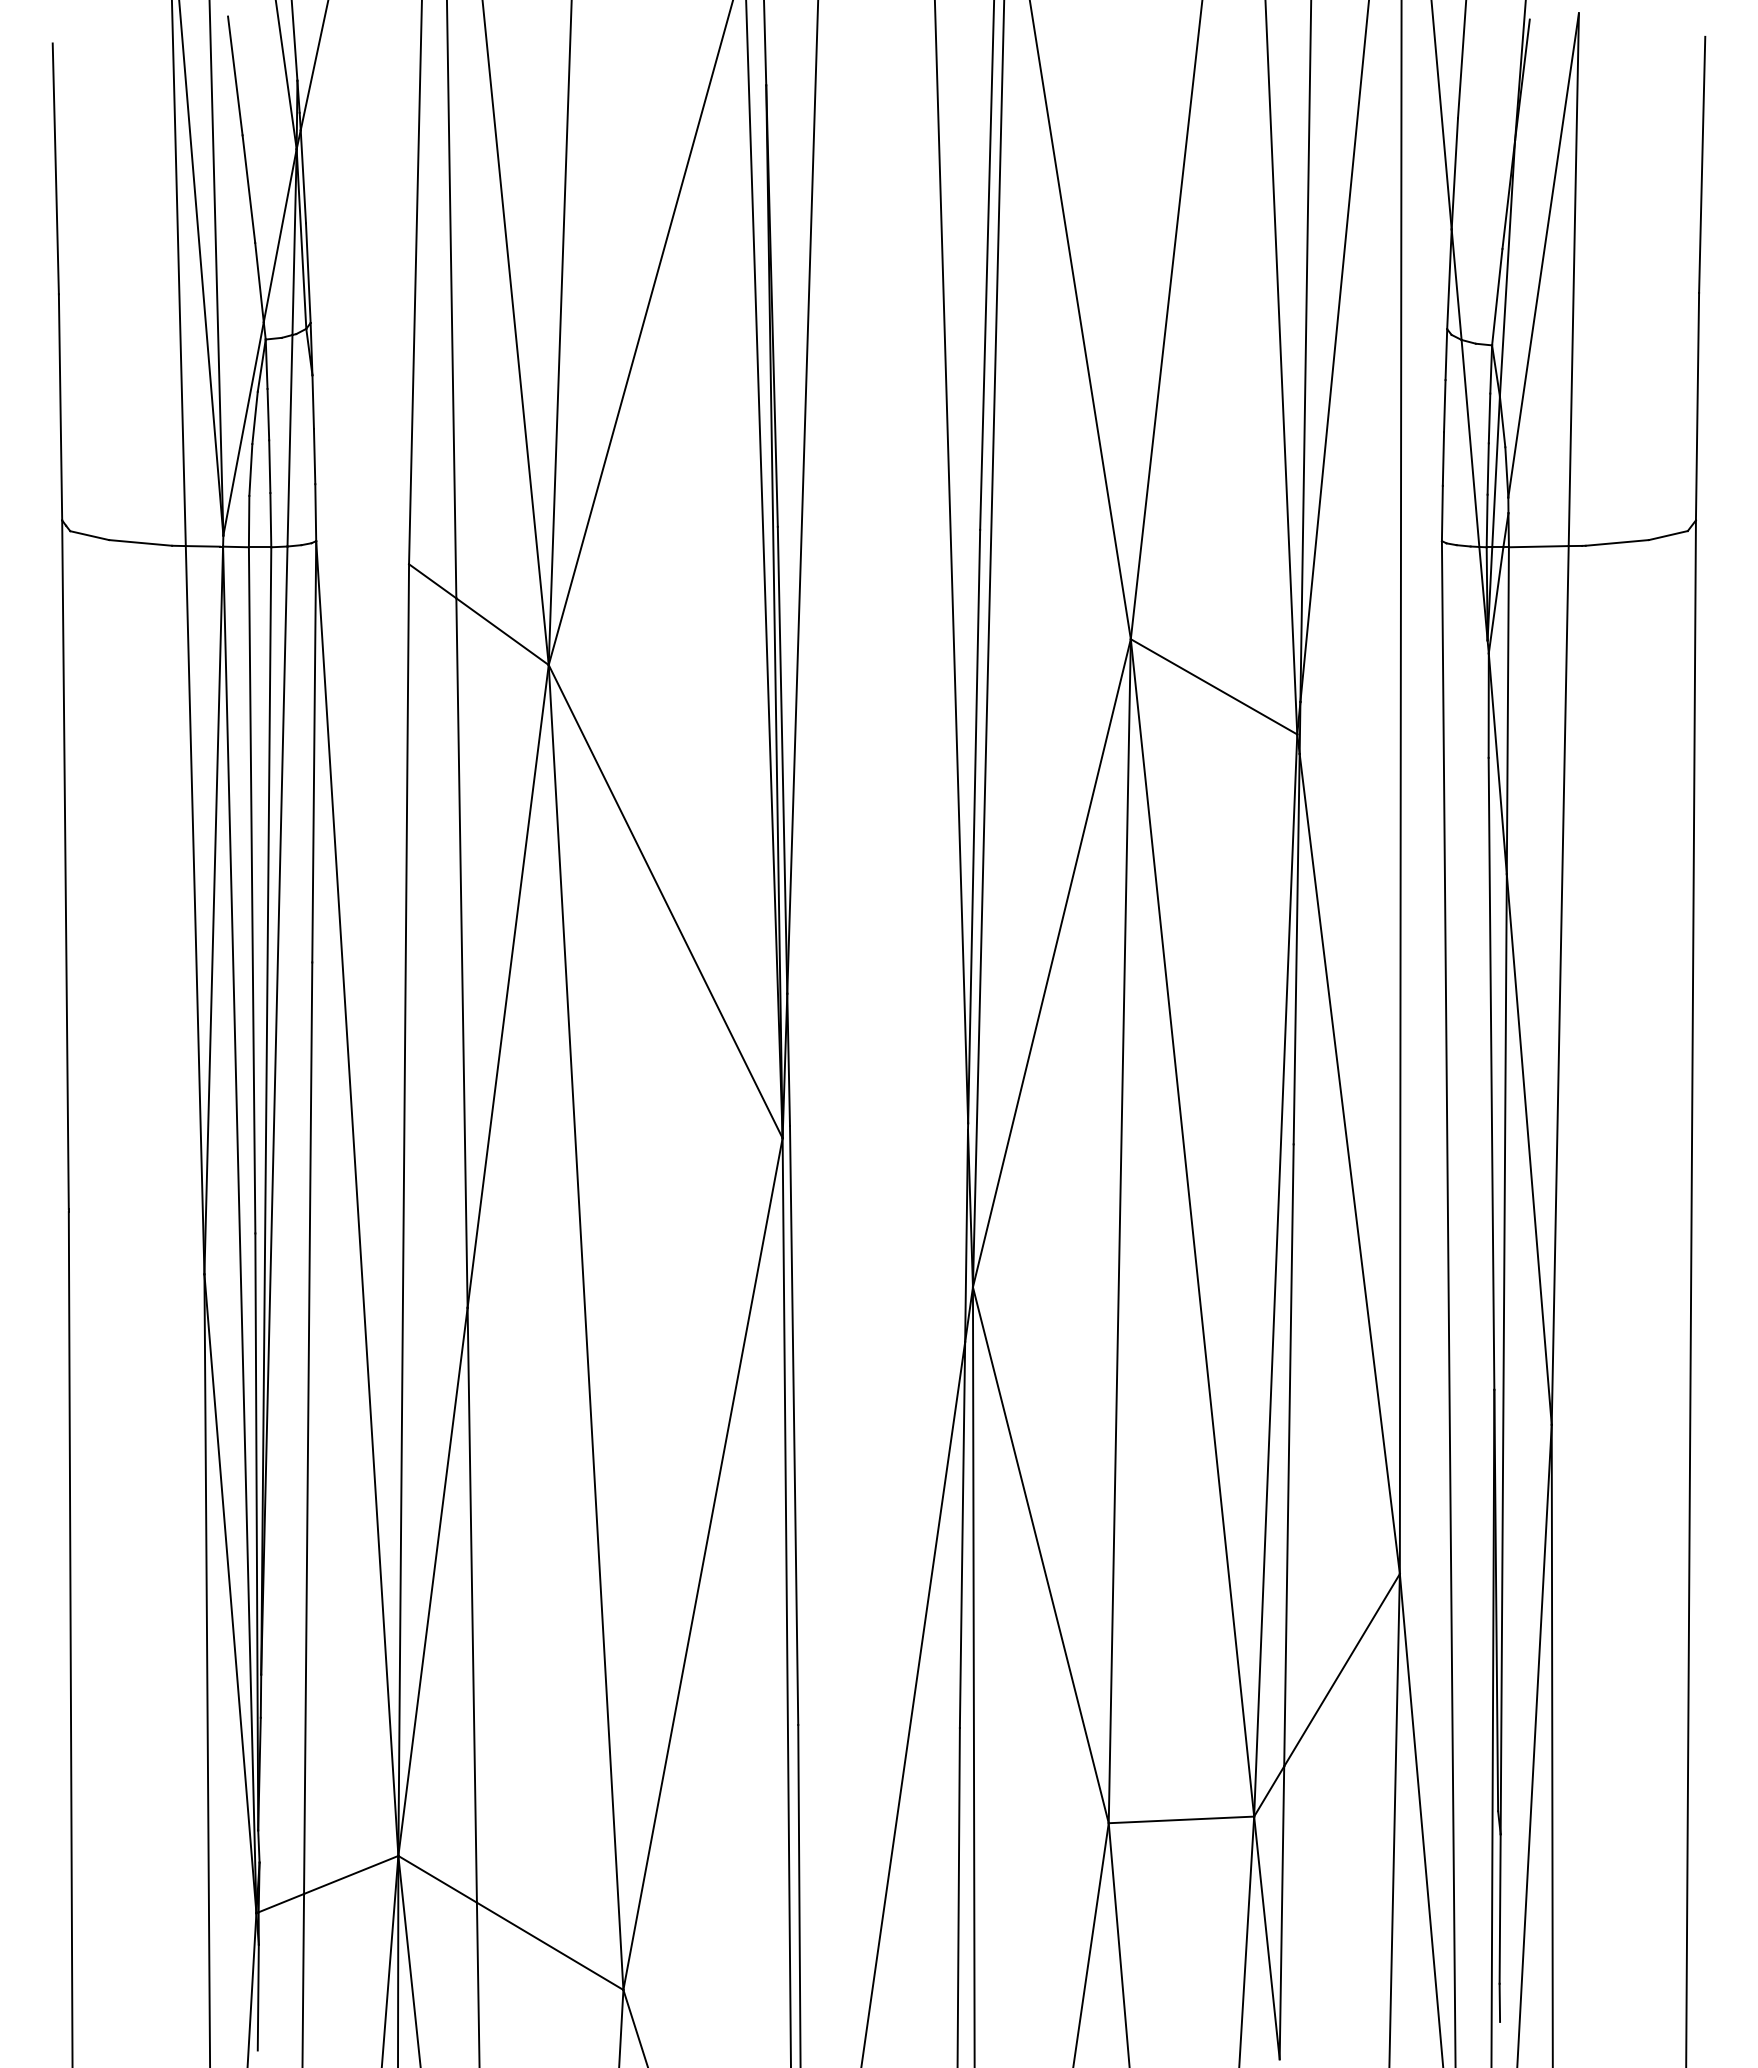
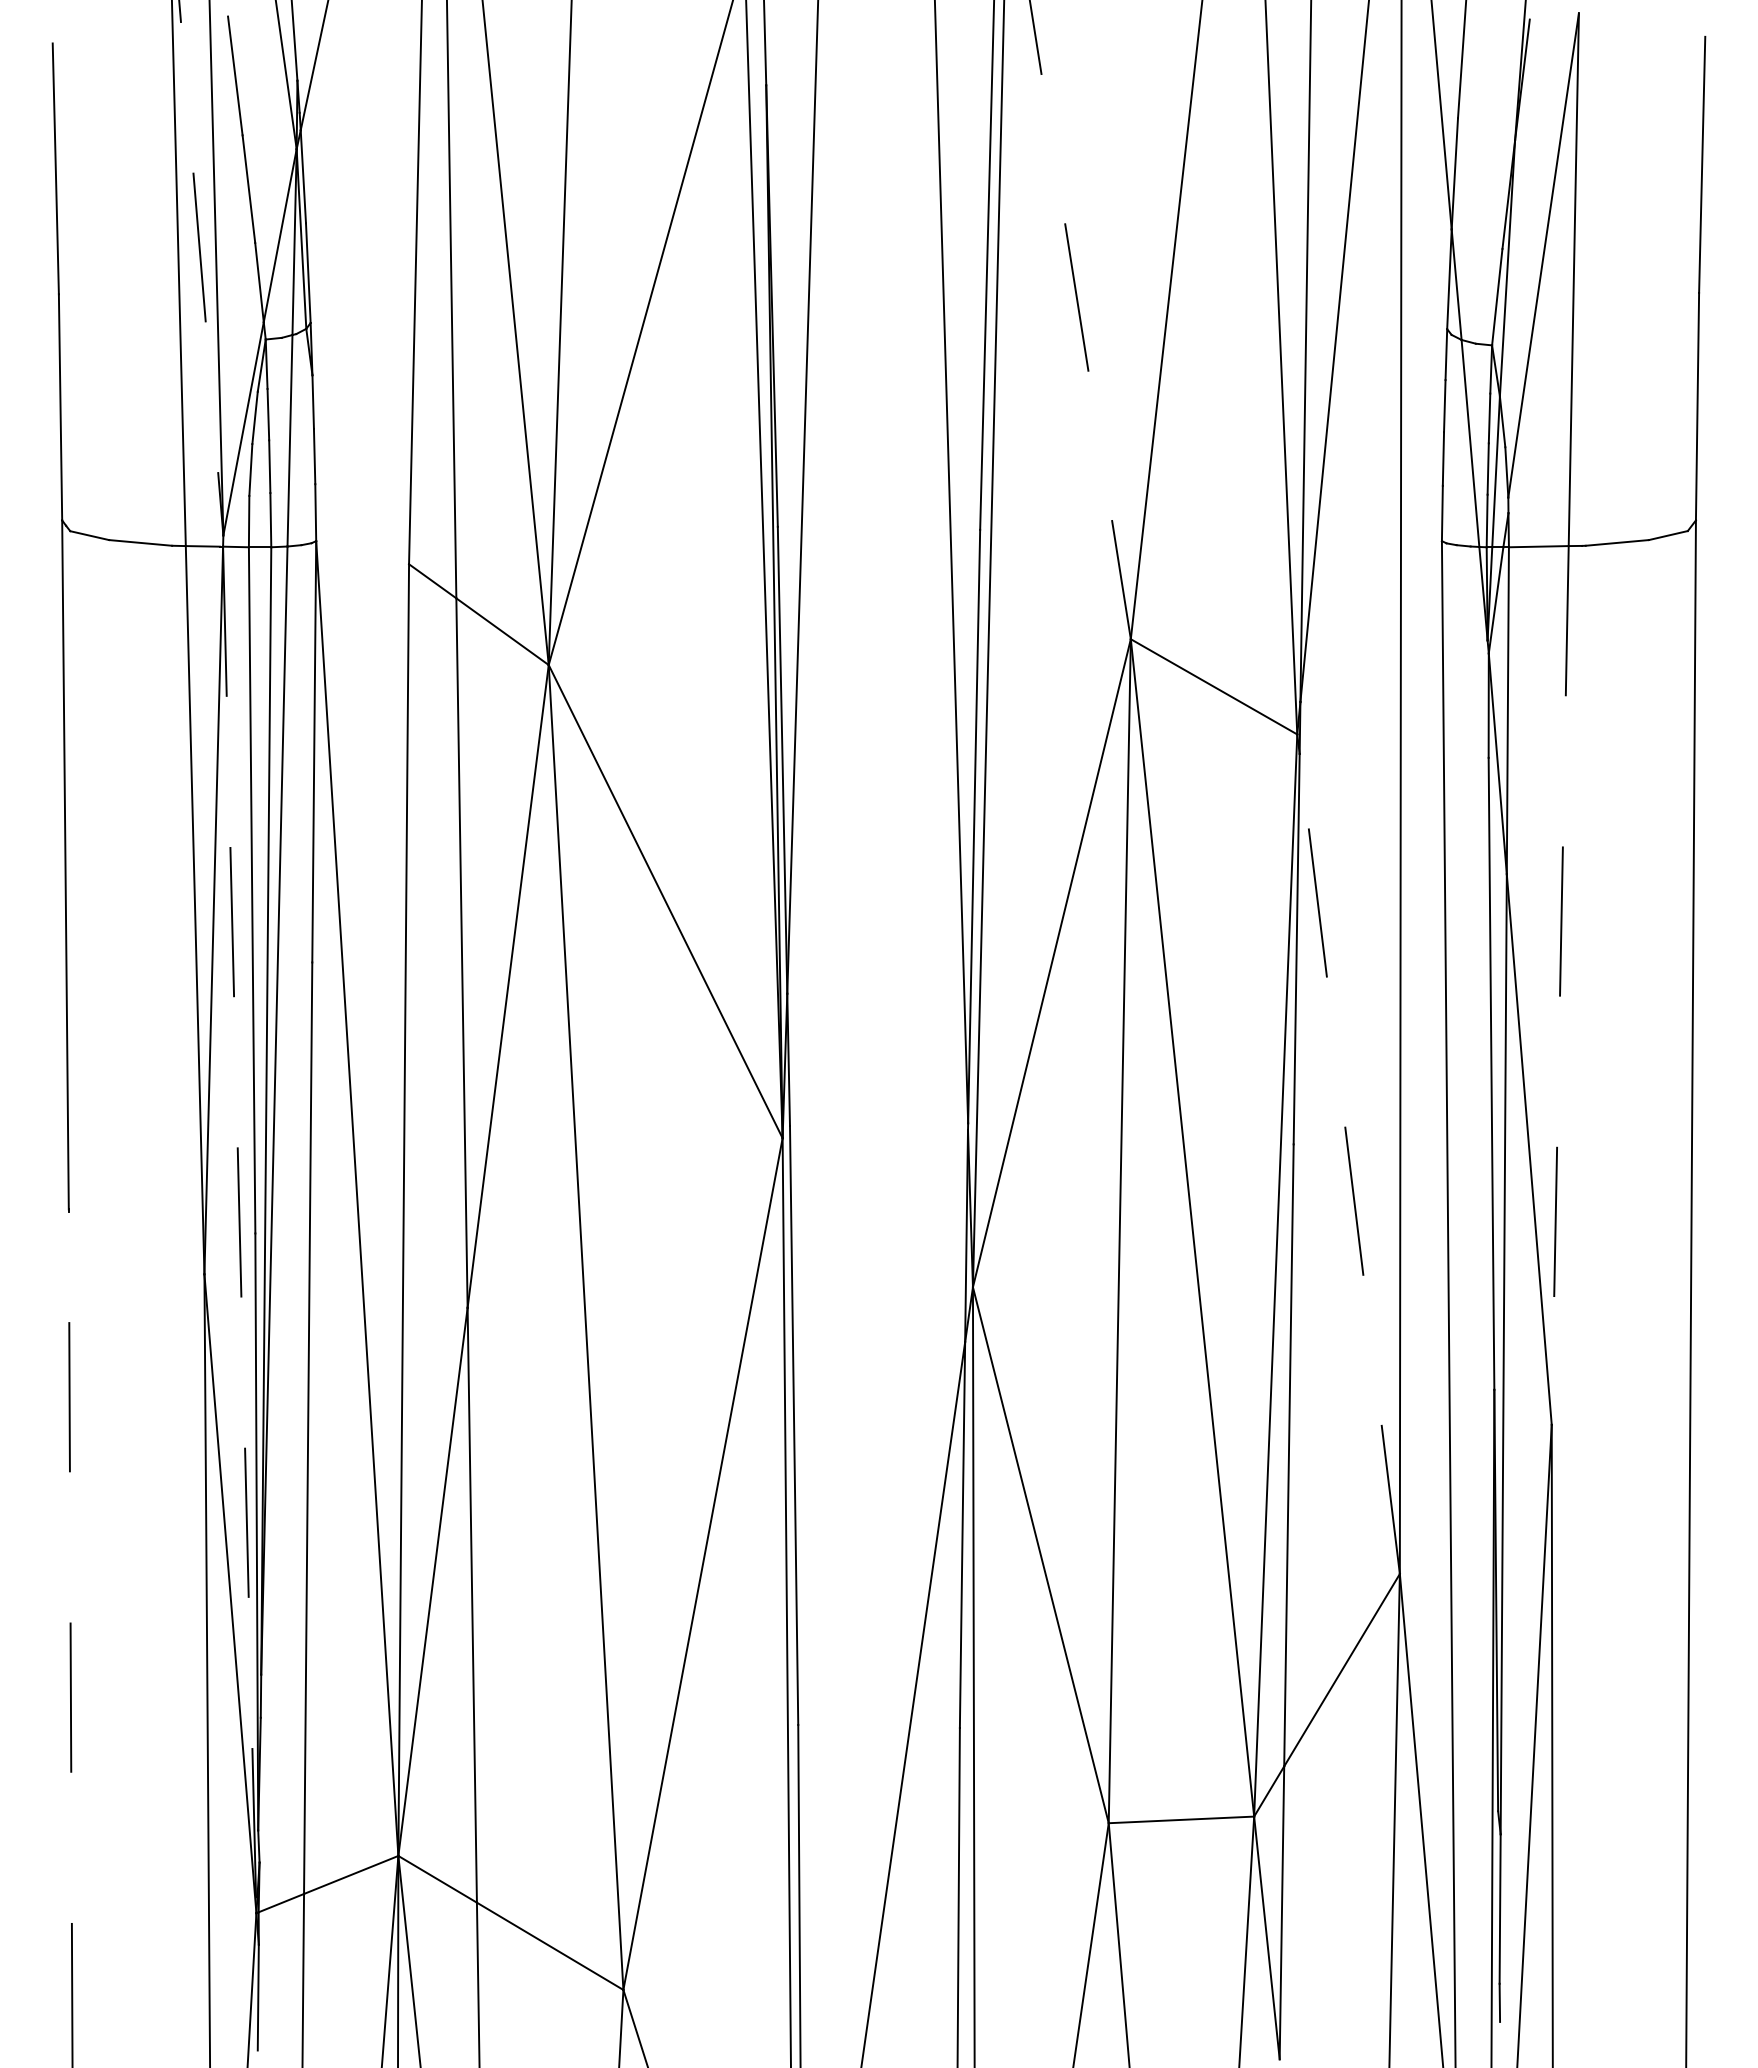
line at (201, 268): solid -> dashed
line at (1080, 320): solid -> dashed
line at (1560, 985): solid -> dashed
line at (1349, 1163): solid -> dashed
line at (239, 1230): solid -> dashed
line at (70, 1639): solid -> dashed
